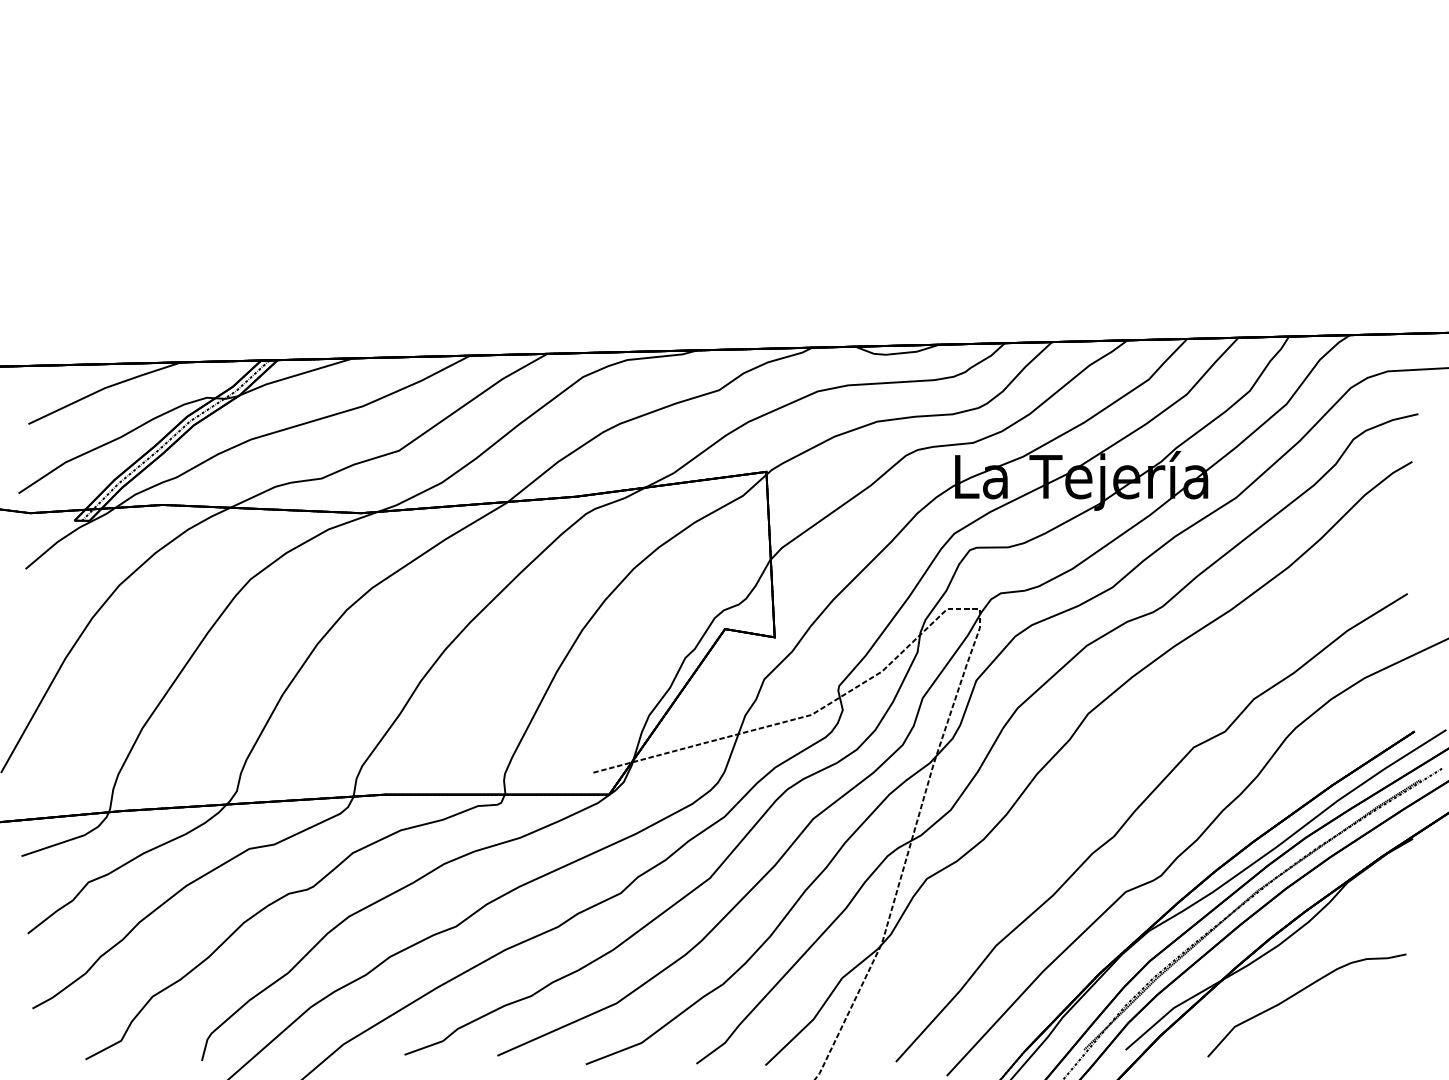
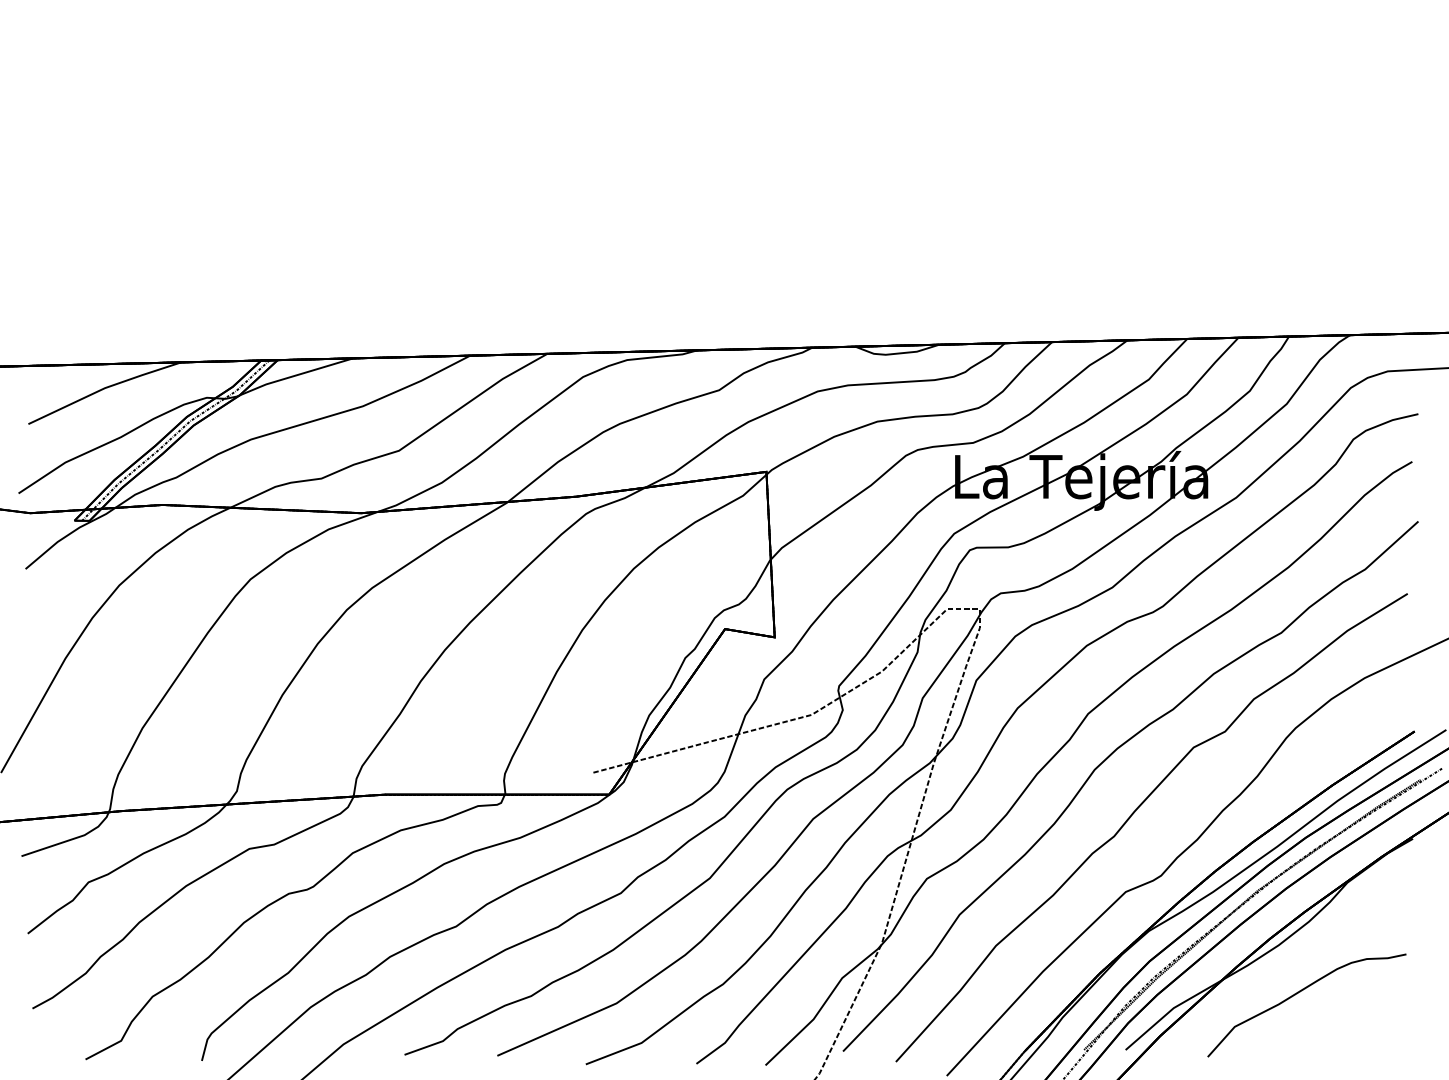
part at (1105, 761): none -> present
